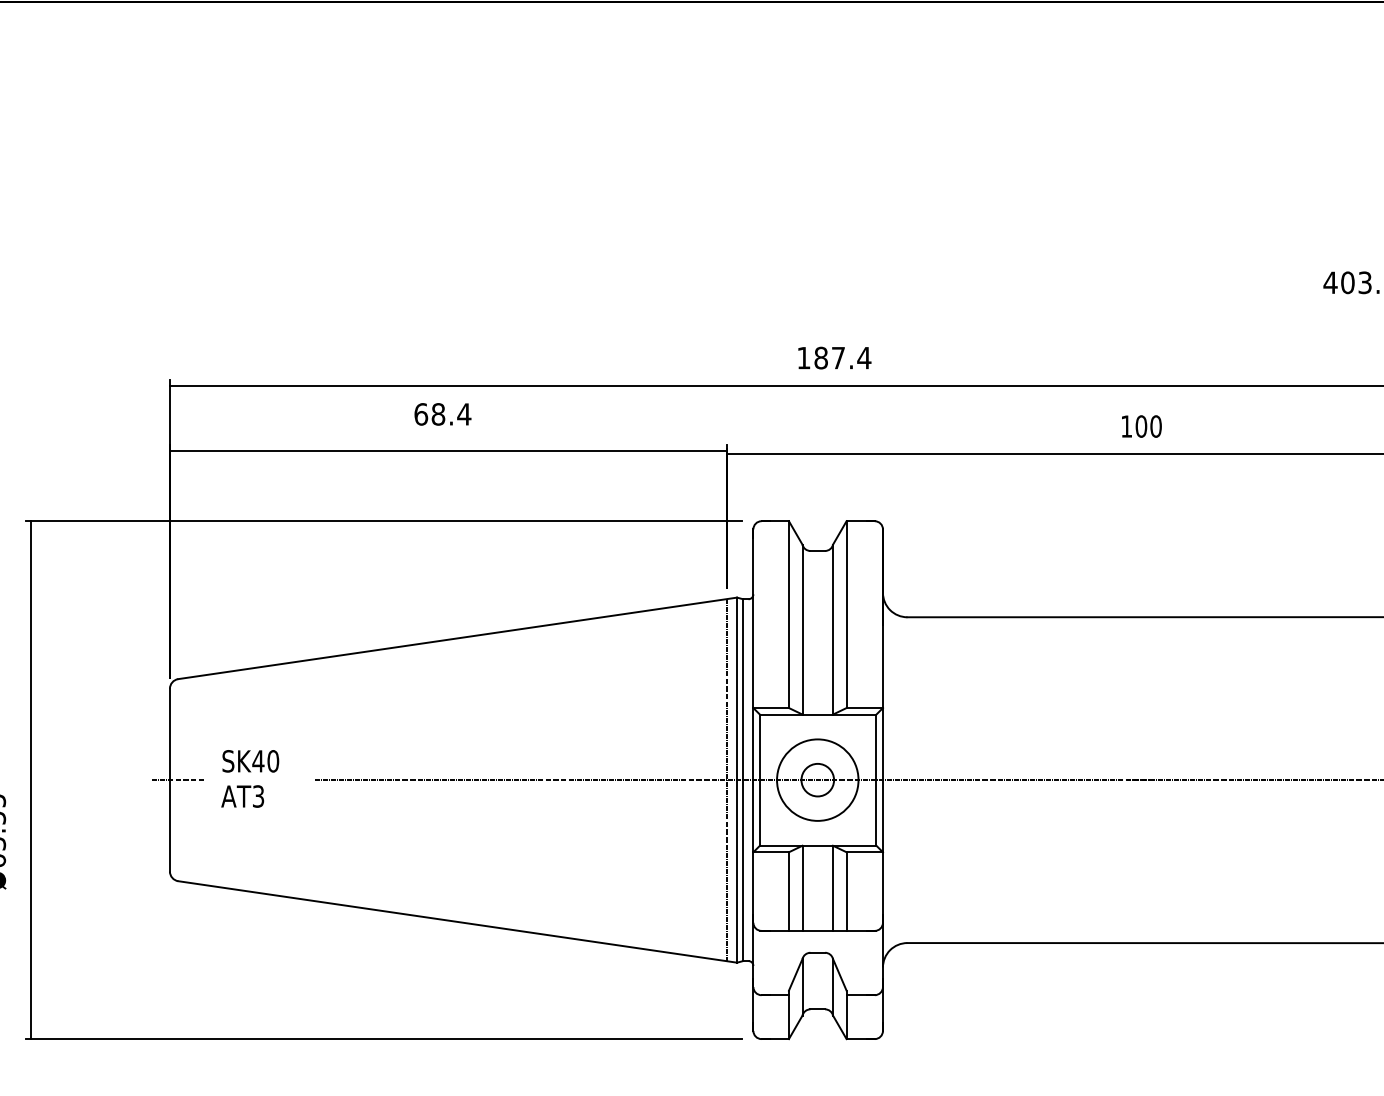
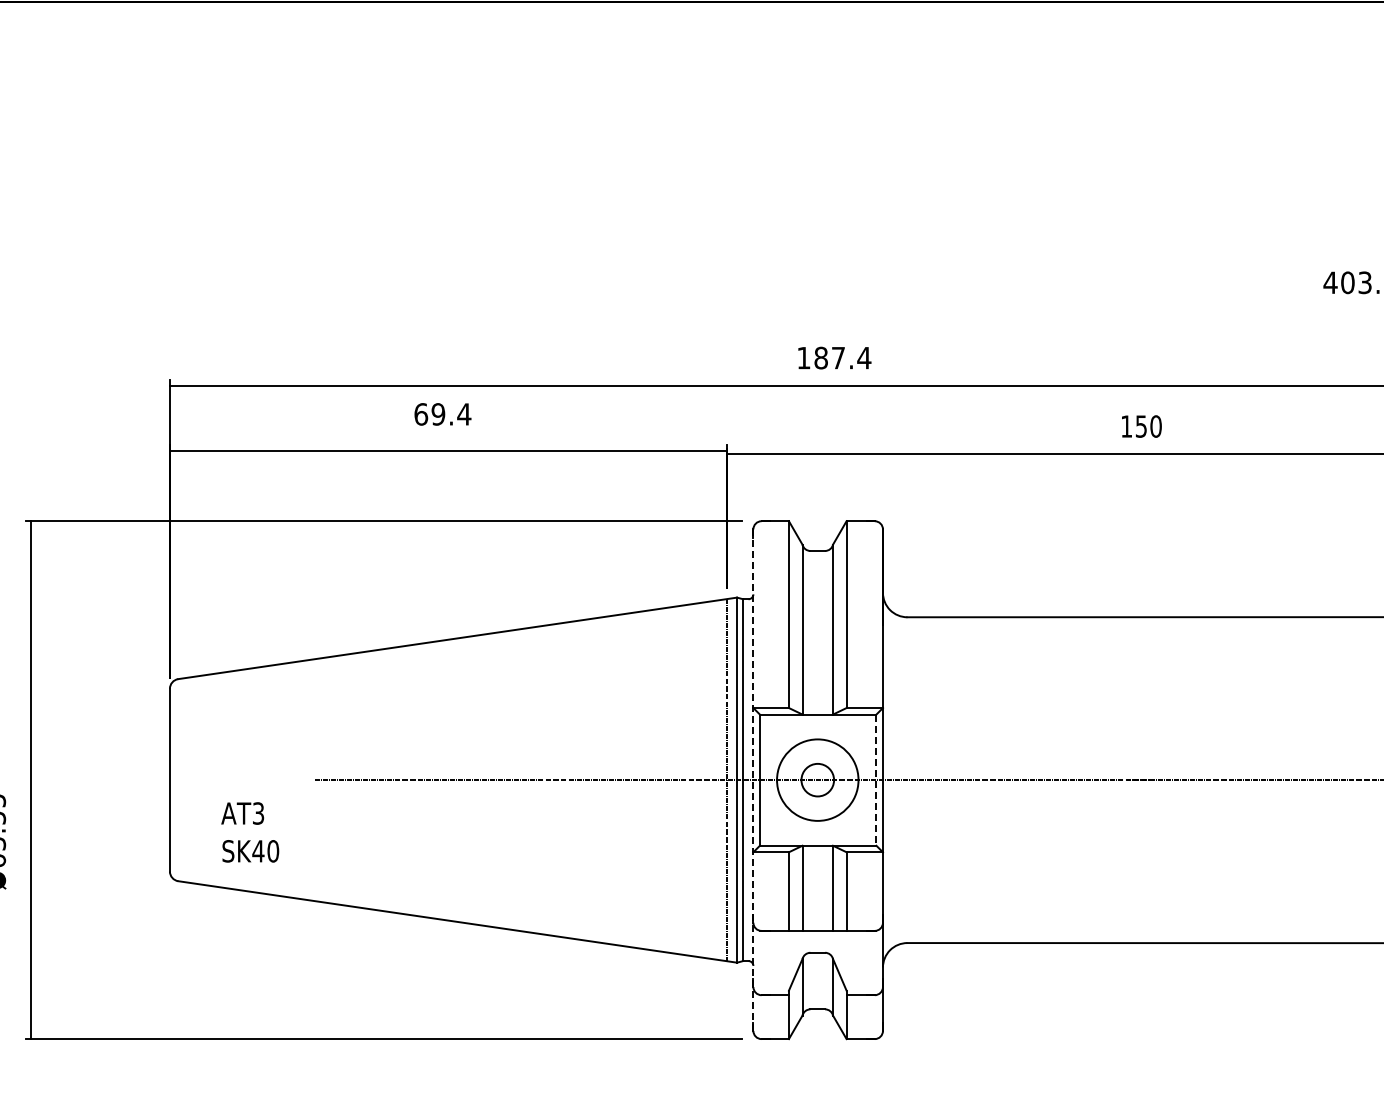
text at (438, 414): 68.4 -> 69.4
text at (1141, 426): 100 -> 150
text at (250, 761) position: (250, 761) -> (250, 851)
line at (177, 780): present -> none
line at (753, 780): solid -> dashed
line at (876, 780): solid -> dashed
text at (242, 796) position: (242, 796) -> (242, 813)
